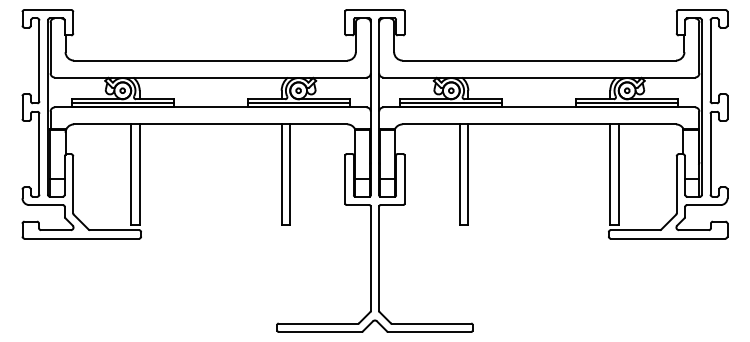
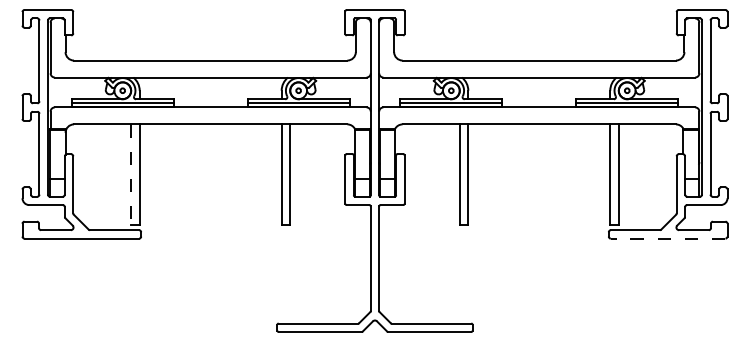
line at (131, 175): solid -> dashed
line at (667, 238): solid -> dashed
